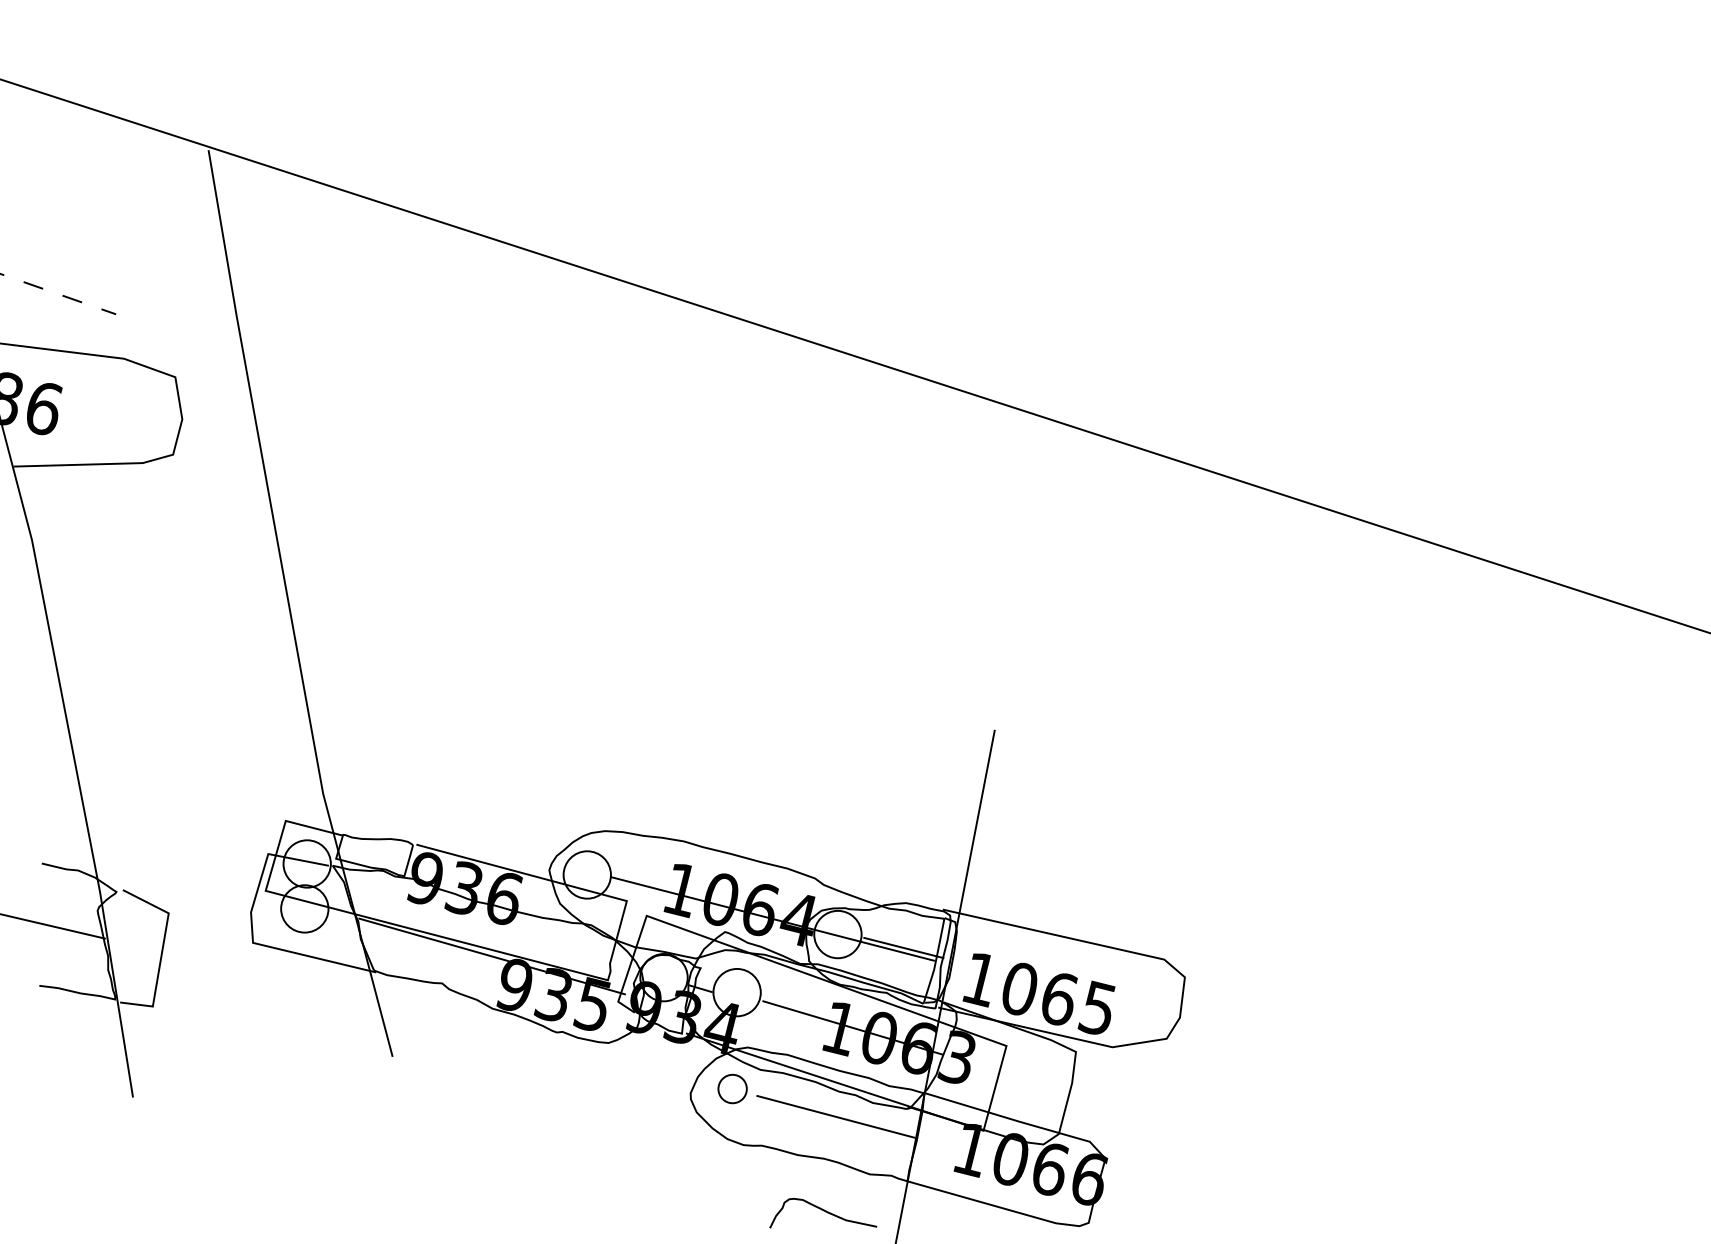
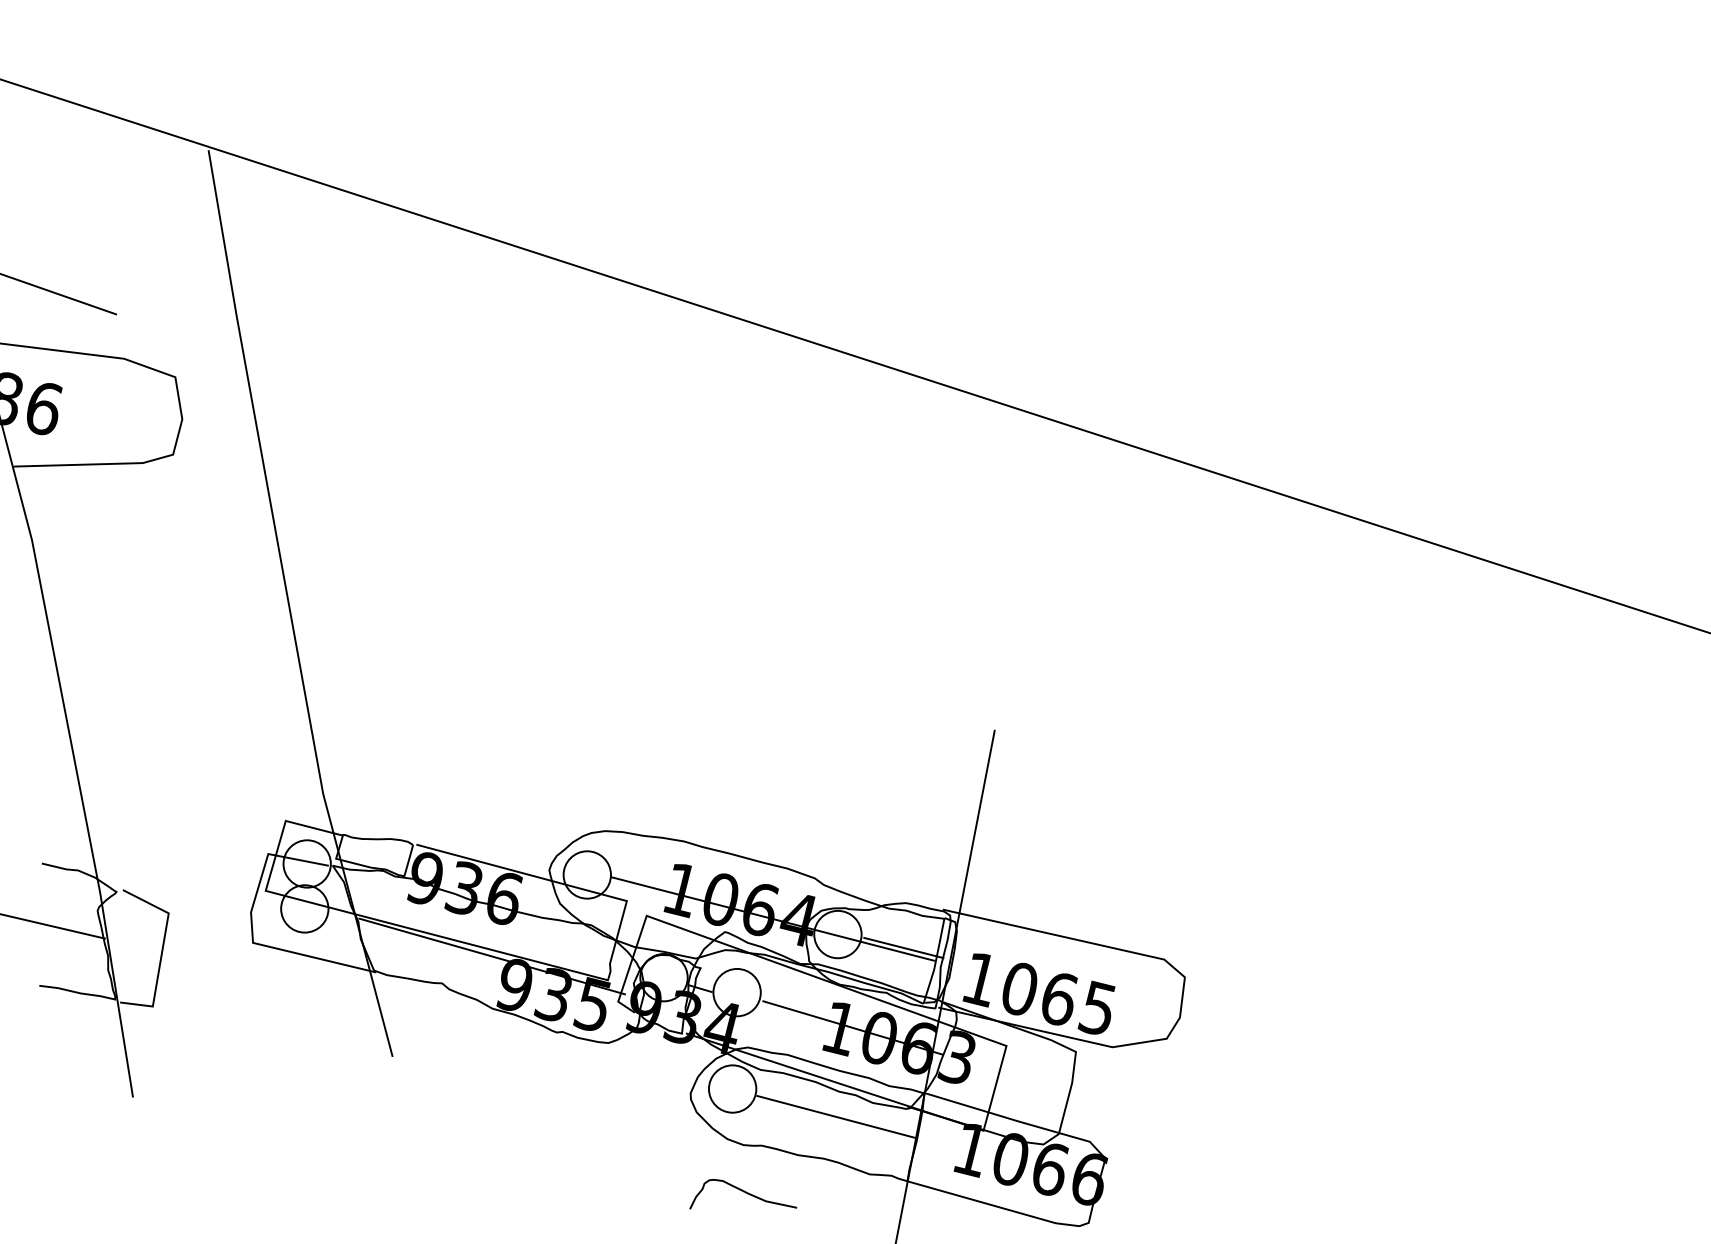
line at (58, 294): dashed -> solid
circle at (732, 1088) diameter: 28 px -> 47 px
curve at (823, 1211) position: (823, 1211) -> (743, 1192)
